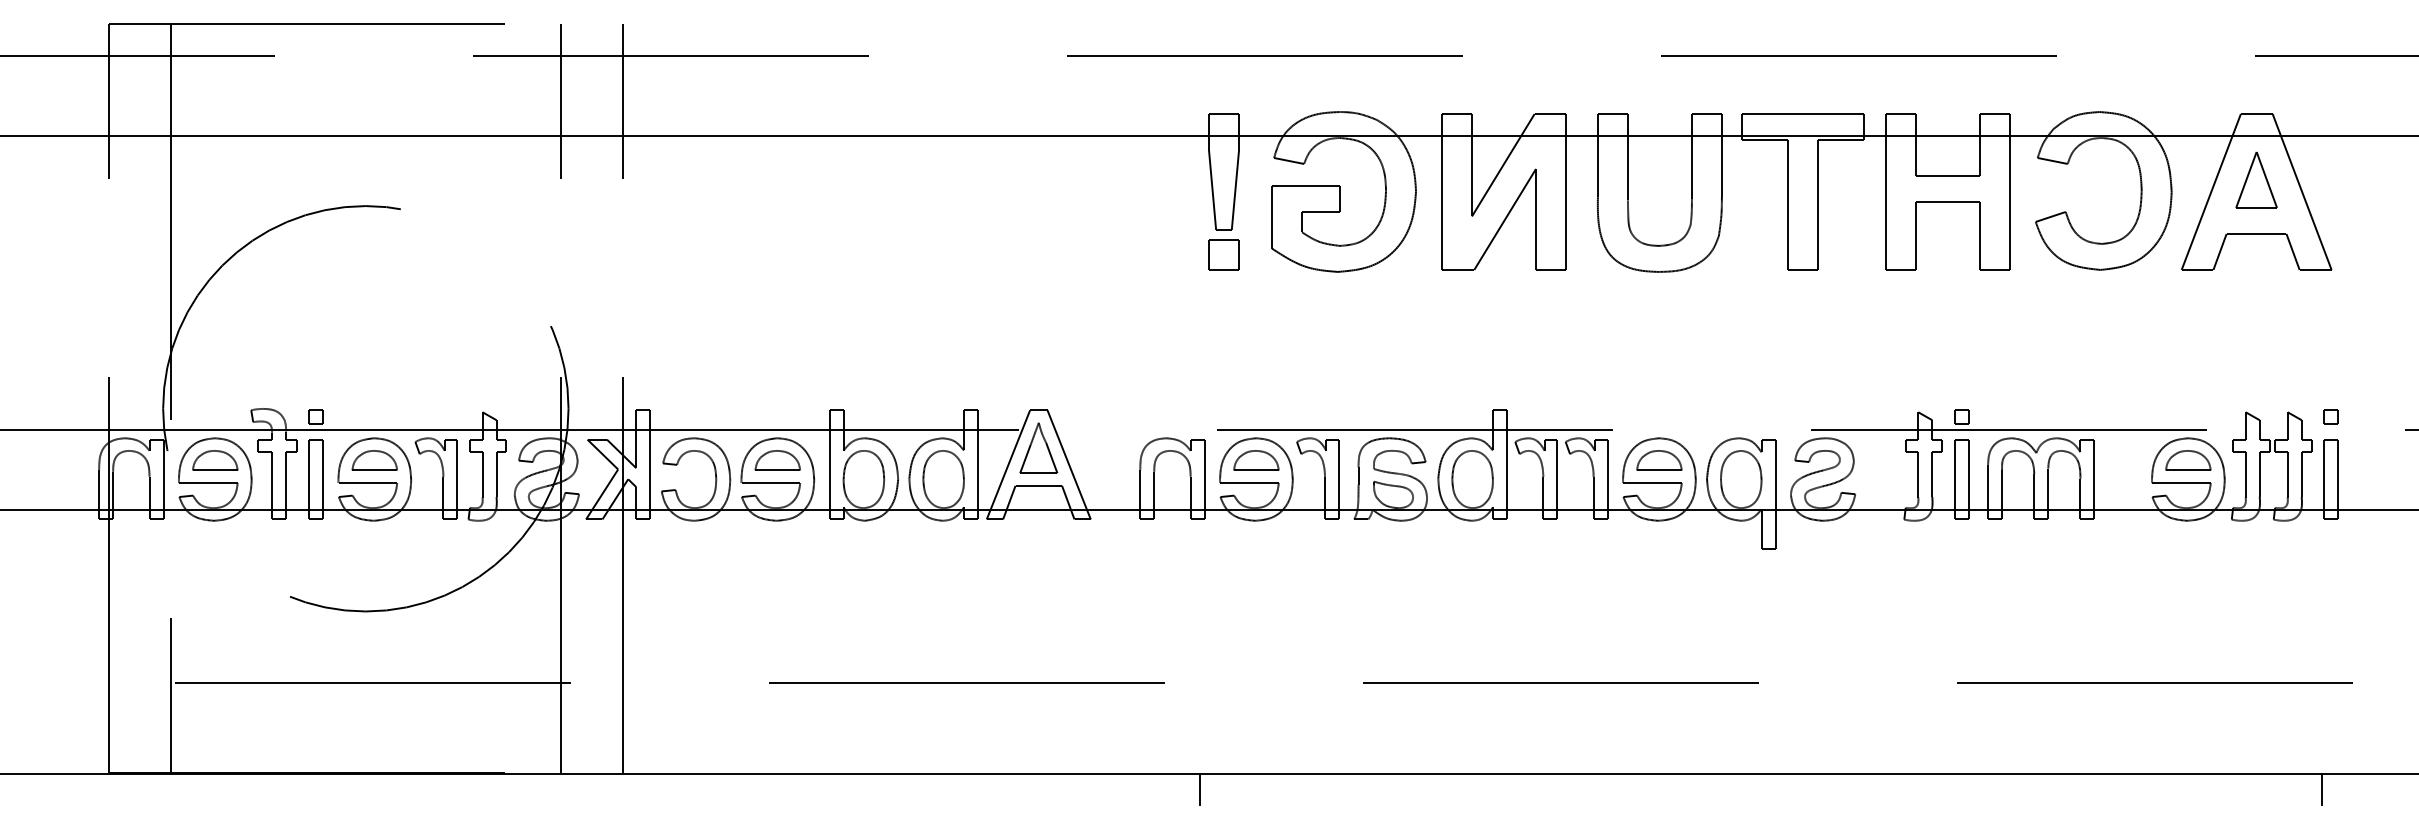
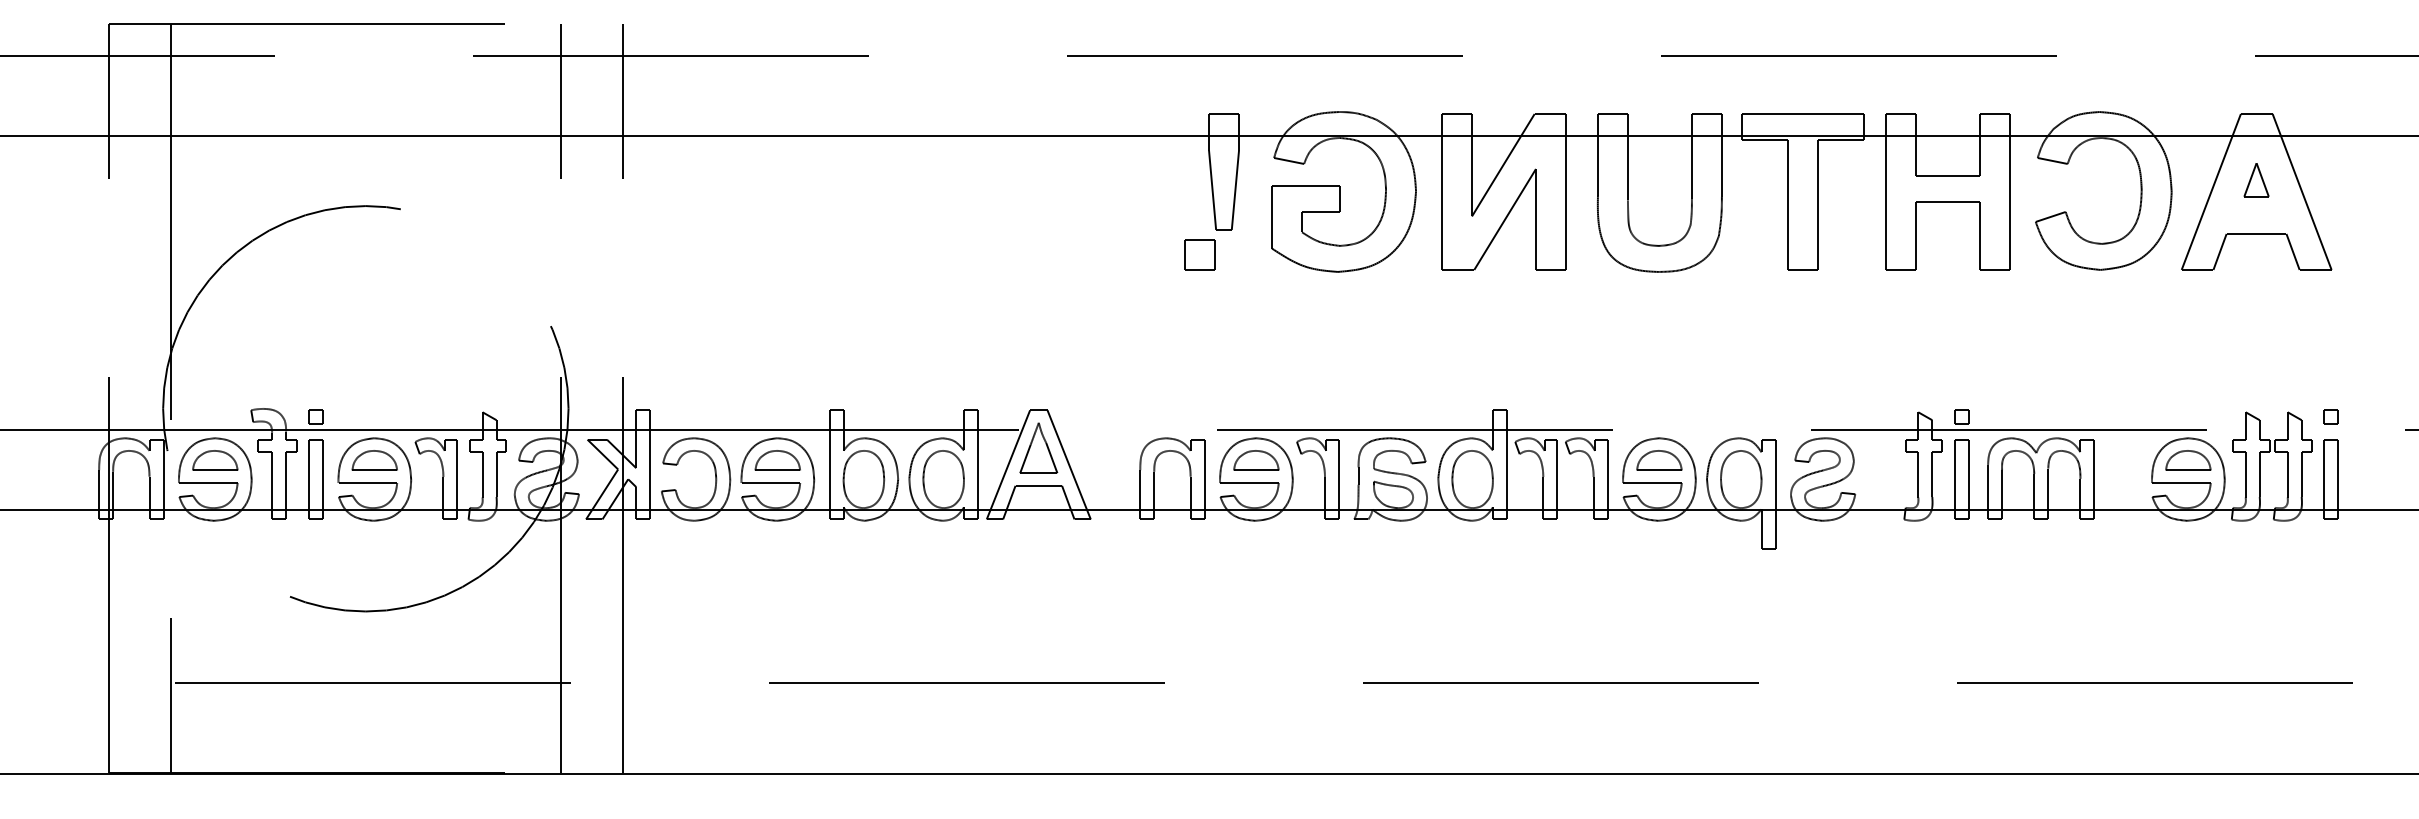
part at (2256, 179) size: 43x58 px -> 27x35 px
part at (1223, 254) position: (1223, 254) -> (1199, 254)
line at (1199, 788): present -> none
line at (2322, 788): present -> none
